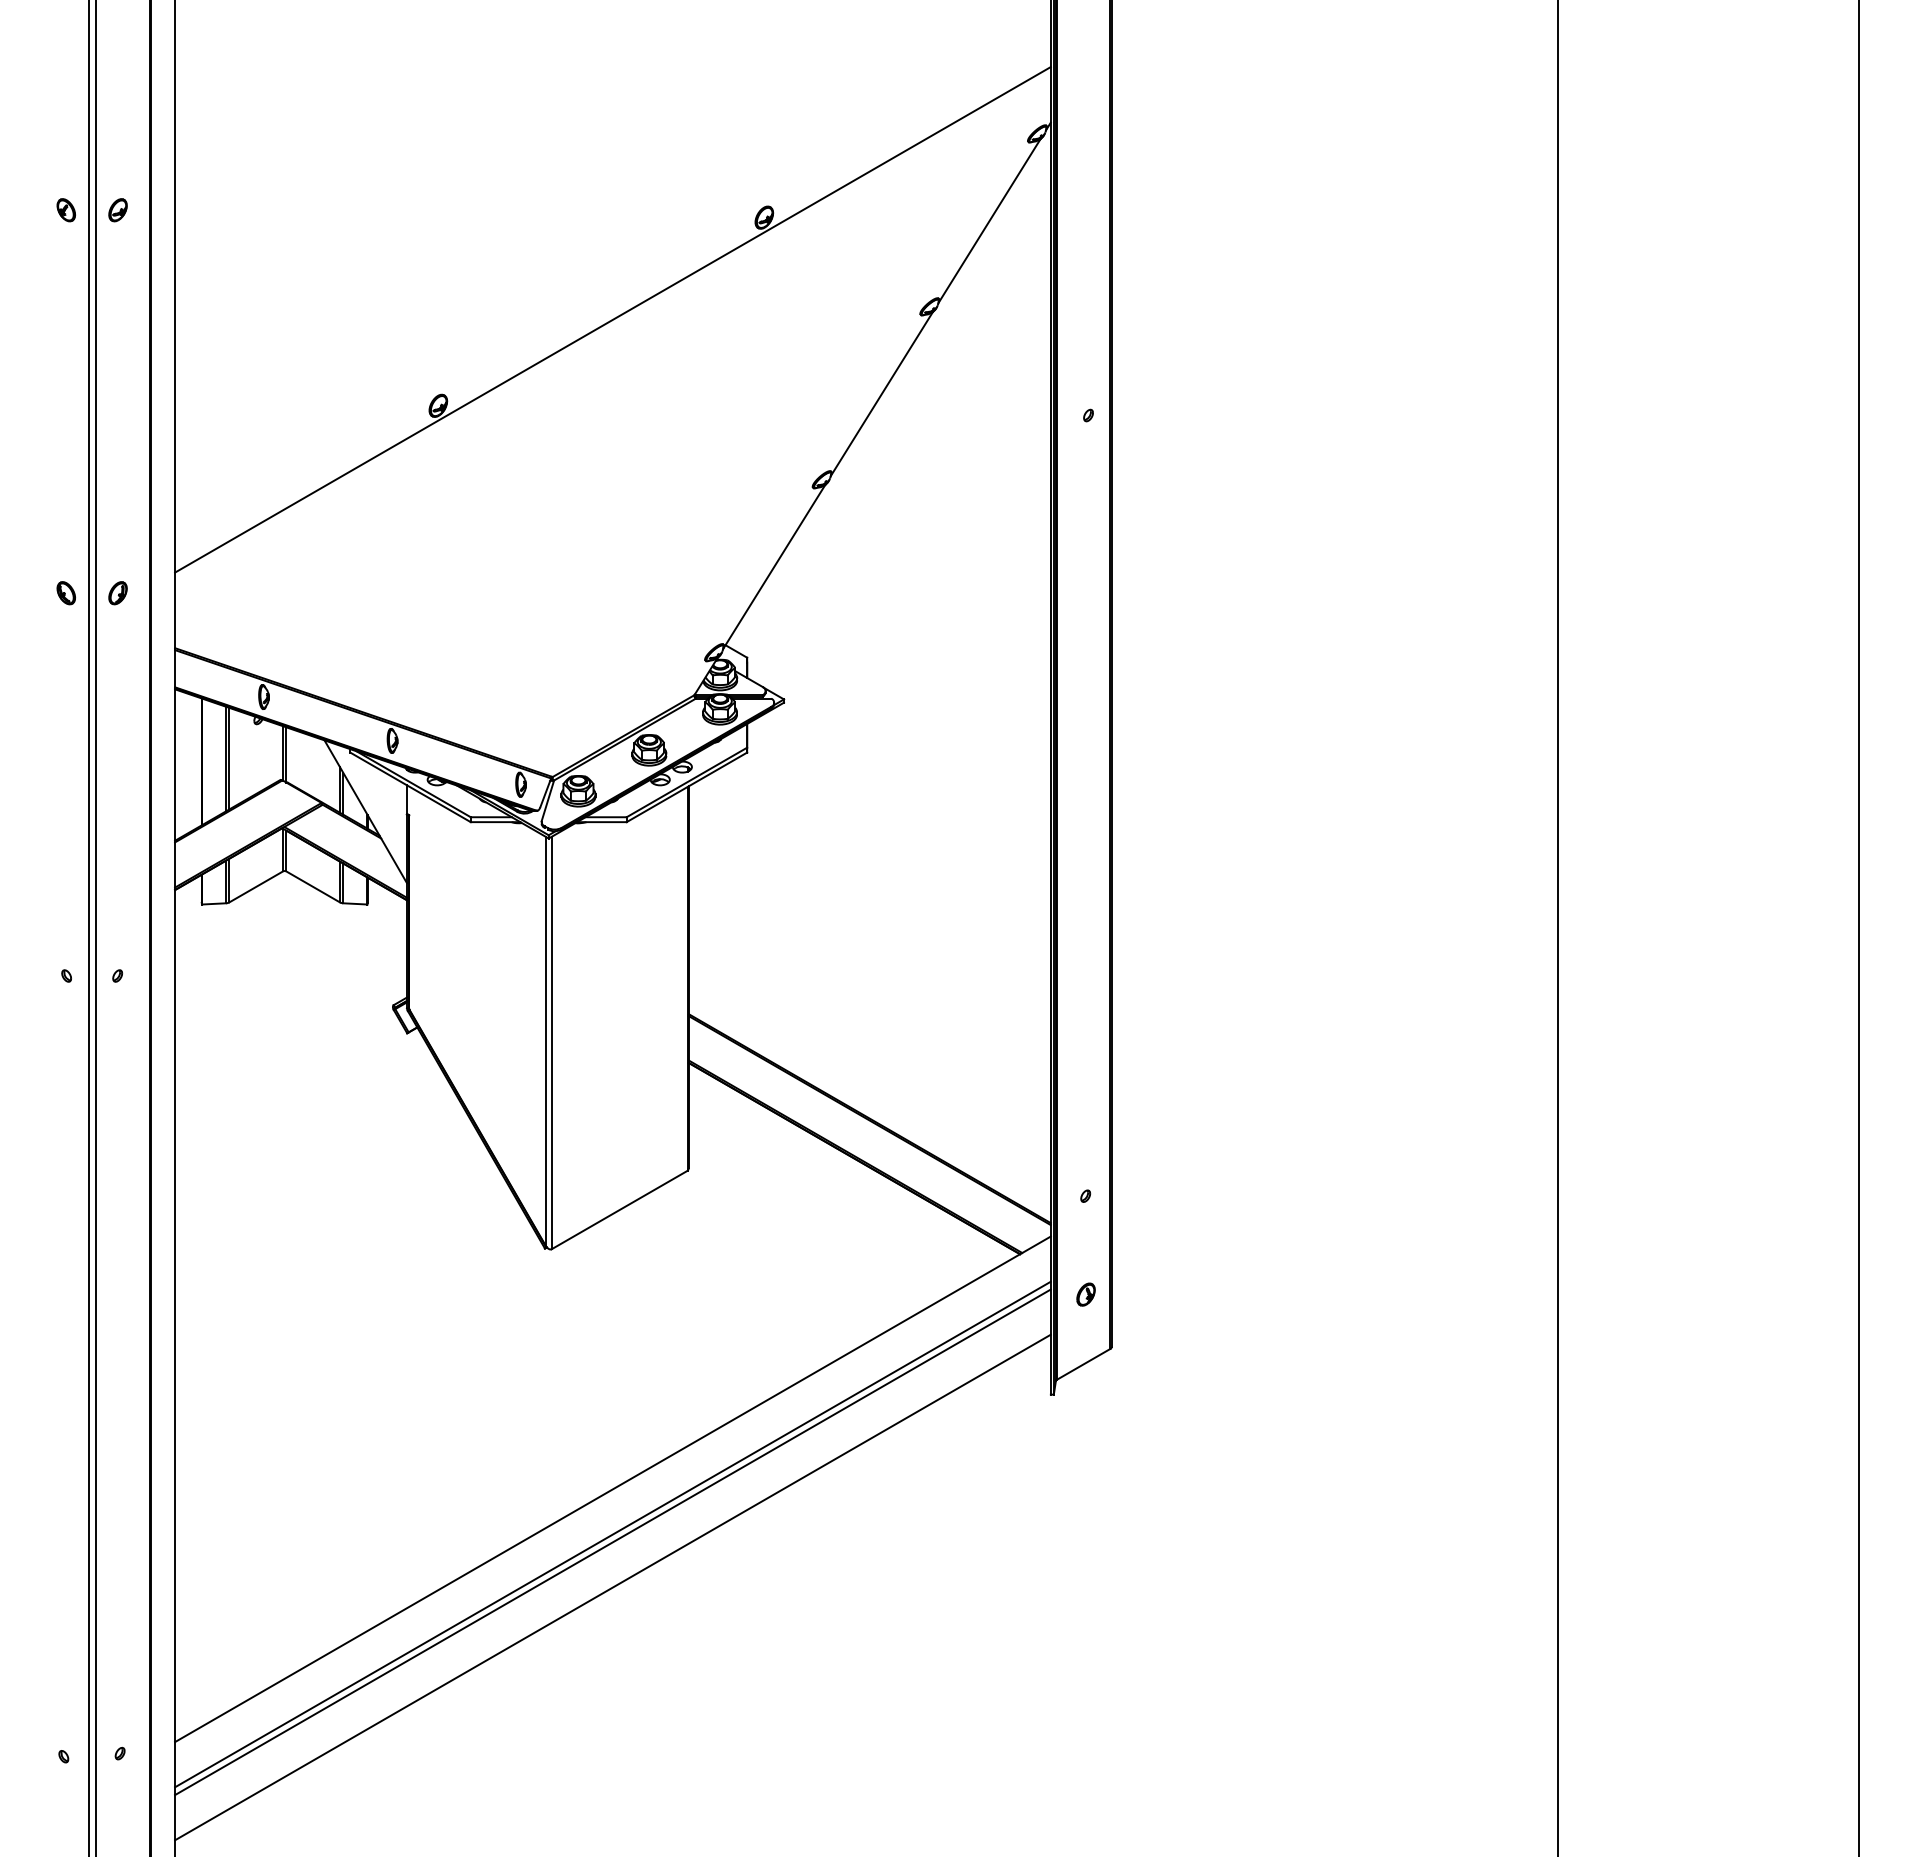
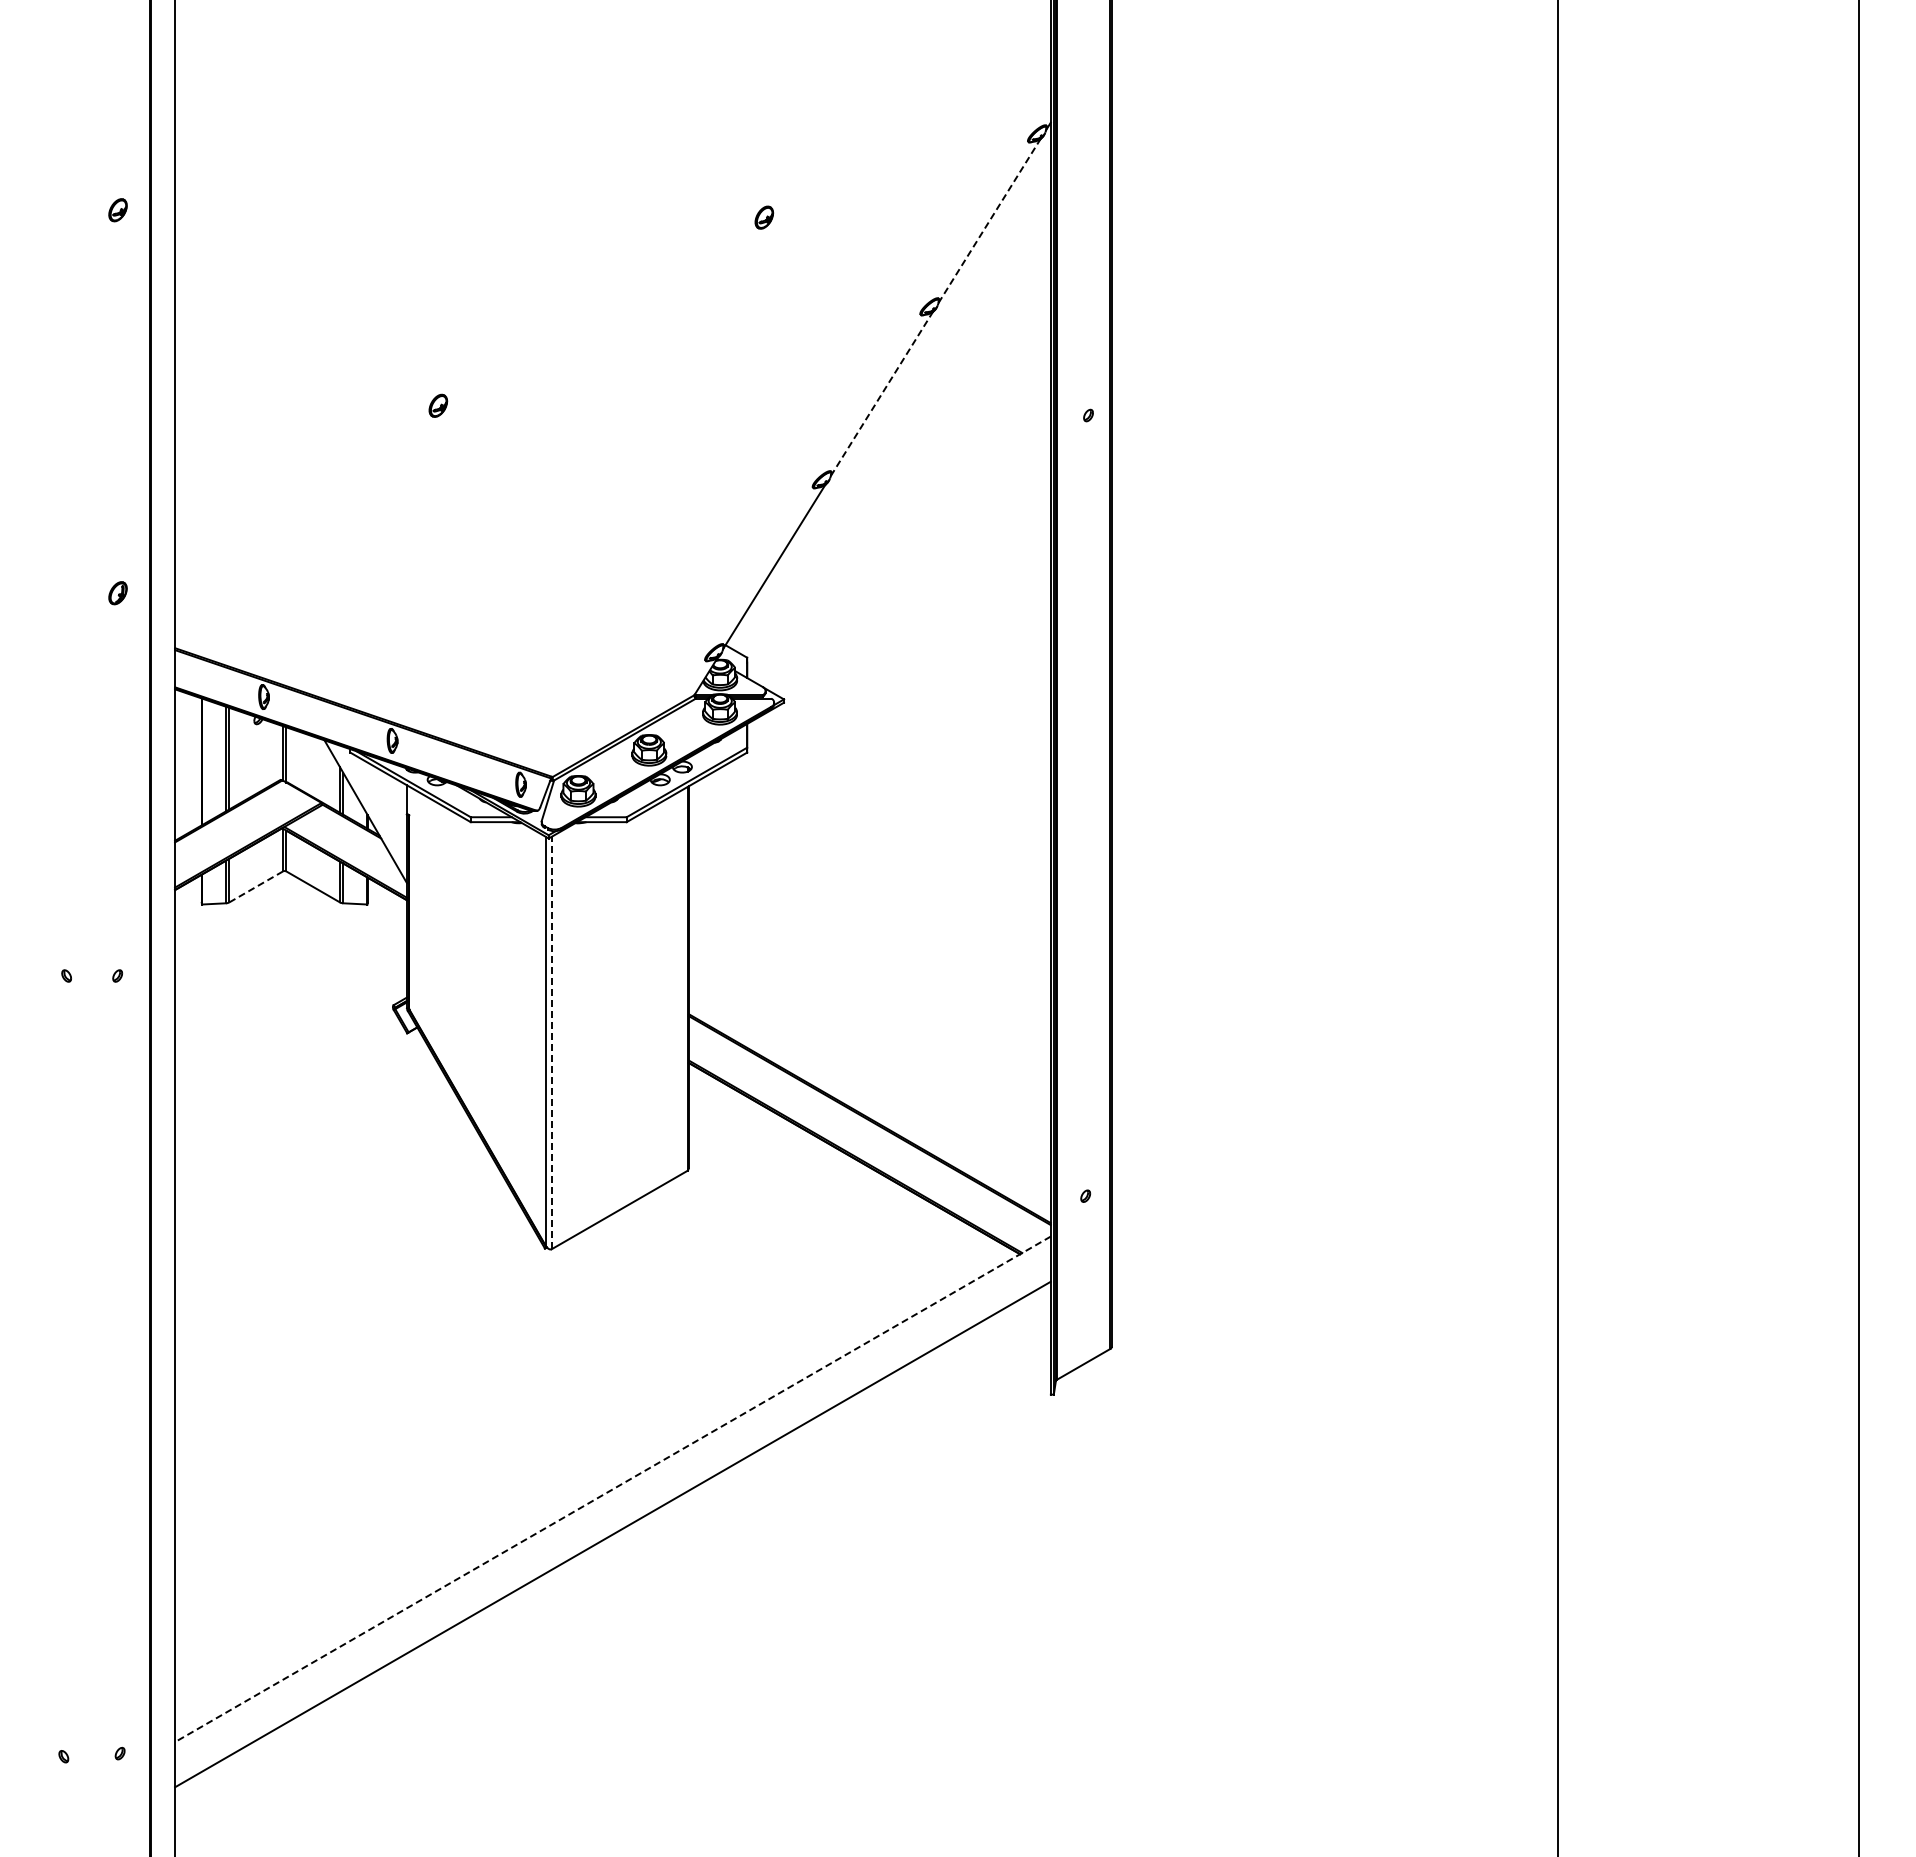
part at (65, 210): present -> none
line at (989, 221): solid -> dashed
line at (612, 319): present -> none
line at (881, 394): solid -> dashed
part at (65, 593): present -> none
line at (256, 886): solid -> dashed
line at (88, 927): present -> none
line at (95, 927): present -> none
line at (551, 1042): solid -> dashed
part at (1085, 1294): present -> none
line at (612, 1489): solid -> dashed
line at (612, 1542): present -> none
line at (612, 1587): present -> none
